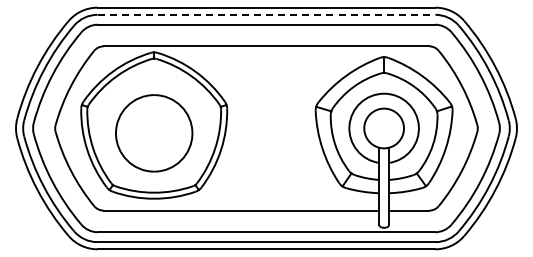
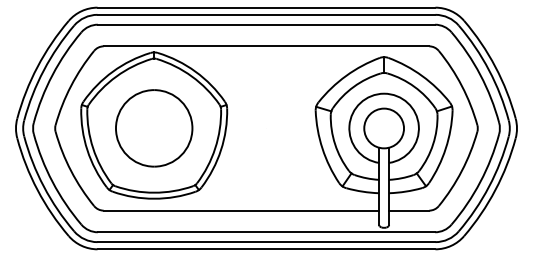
line at (266, 14): dashed -> solid
part at (154, 133) position: (154, 133) -> (154, 128)
